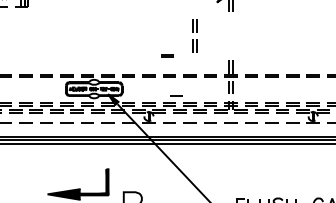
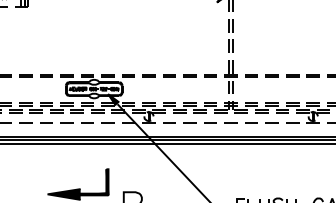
part at (194, 35) position: (194, 35) -> (230, 35)
part at (167, 55): present -> none
line at (176, 95): present -> none
